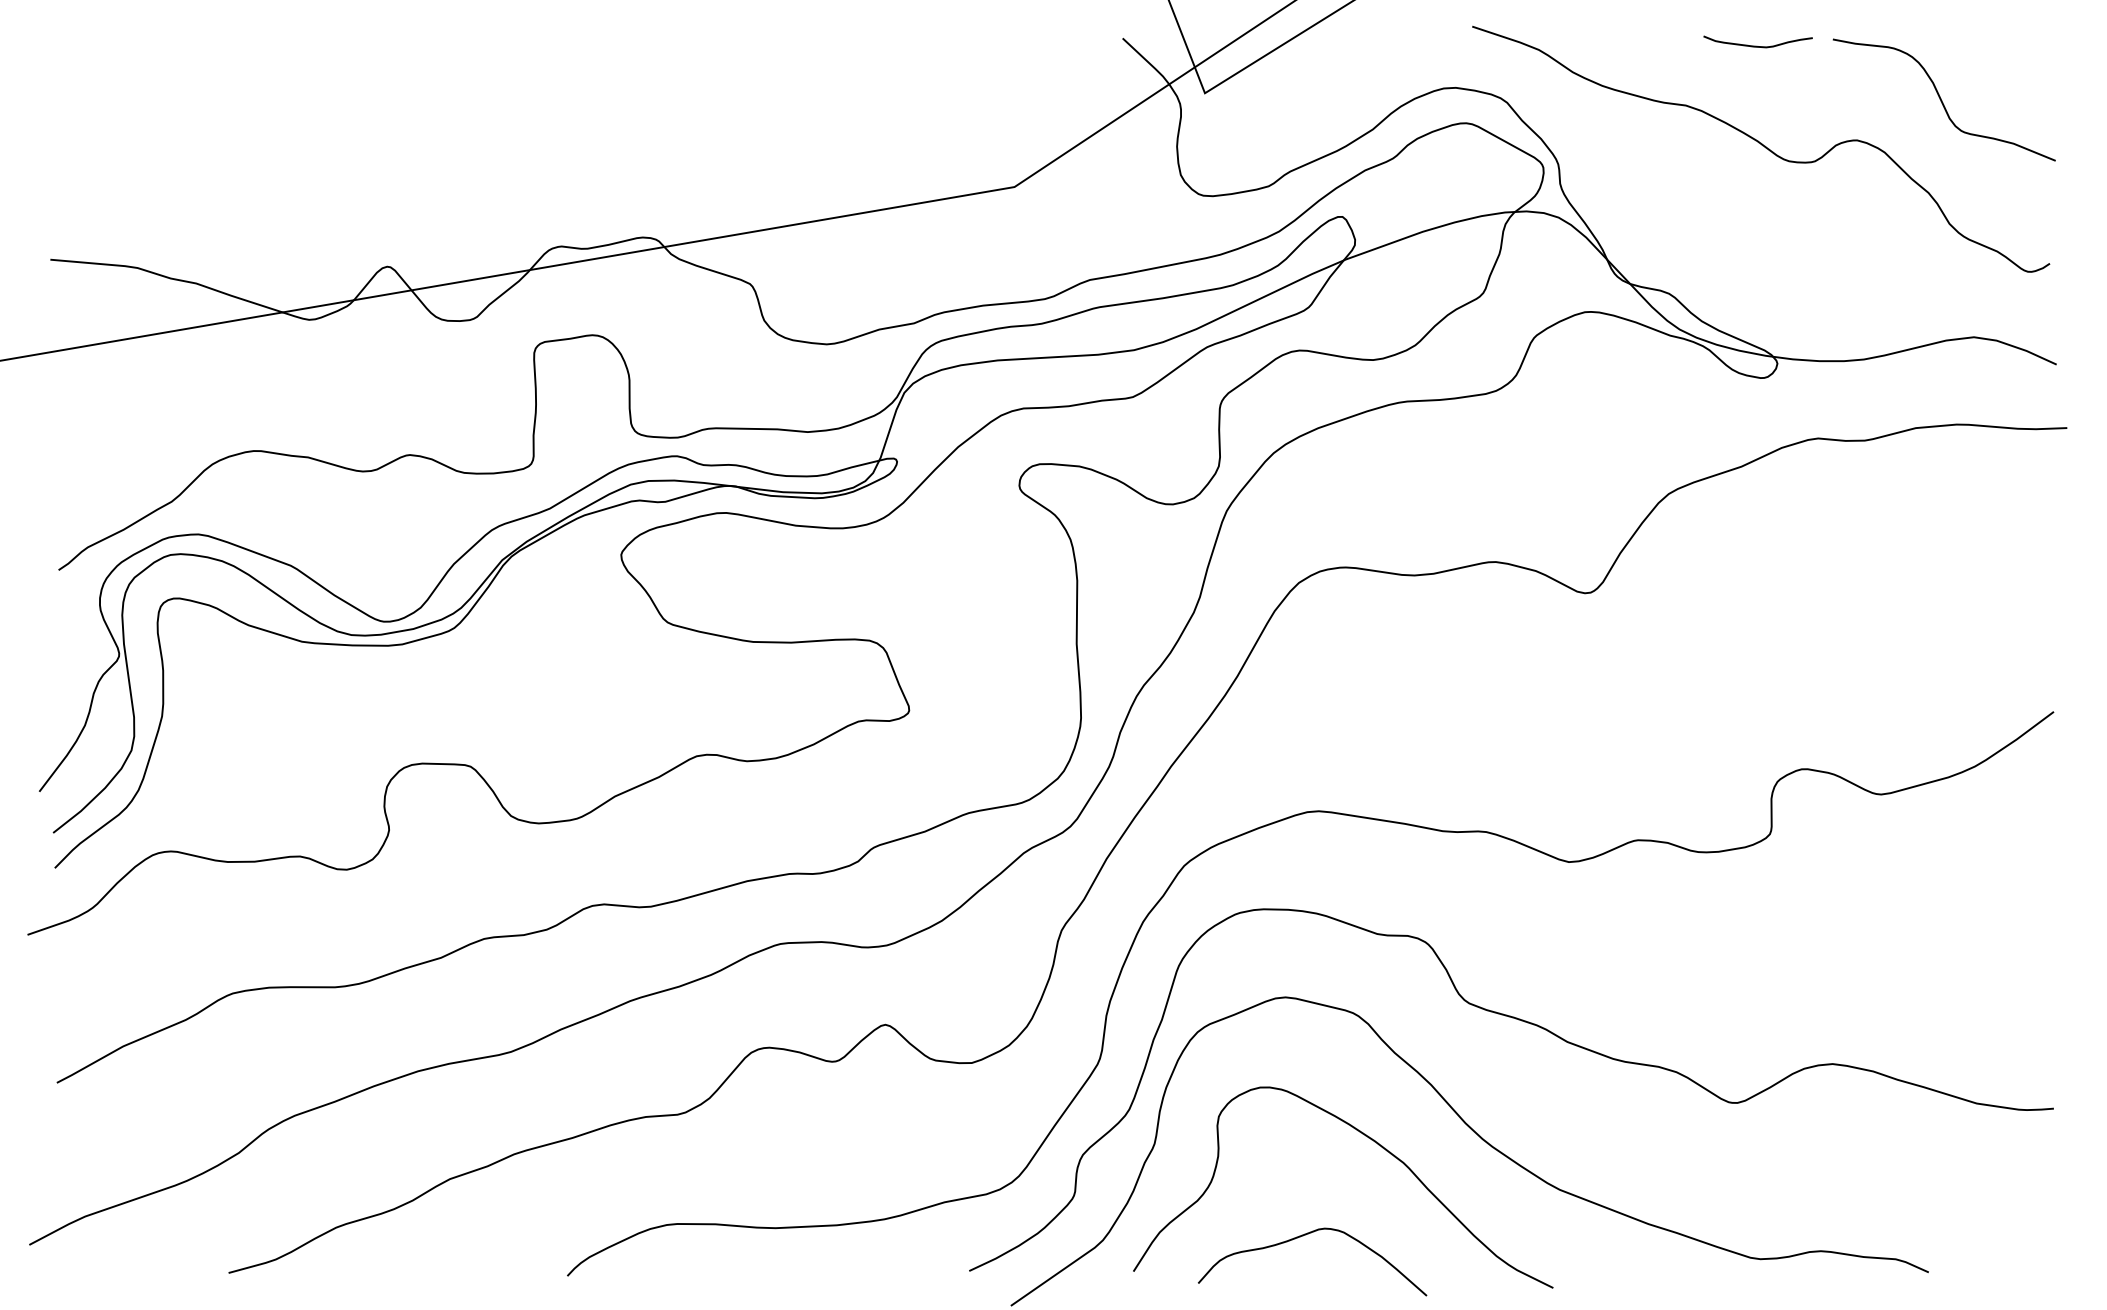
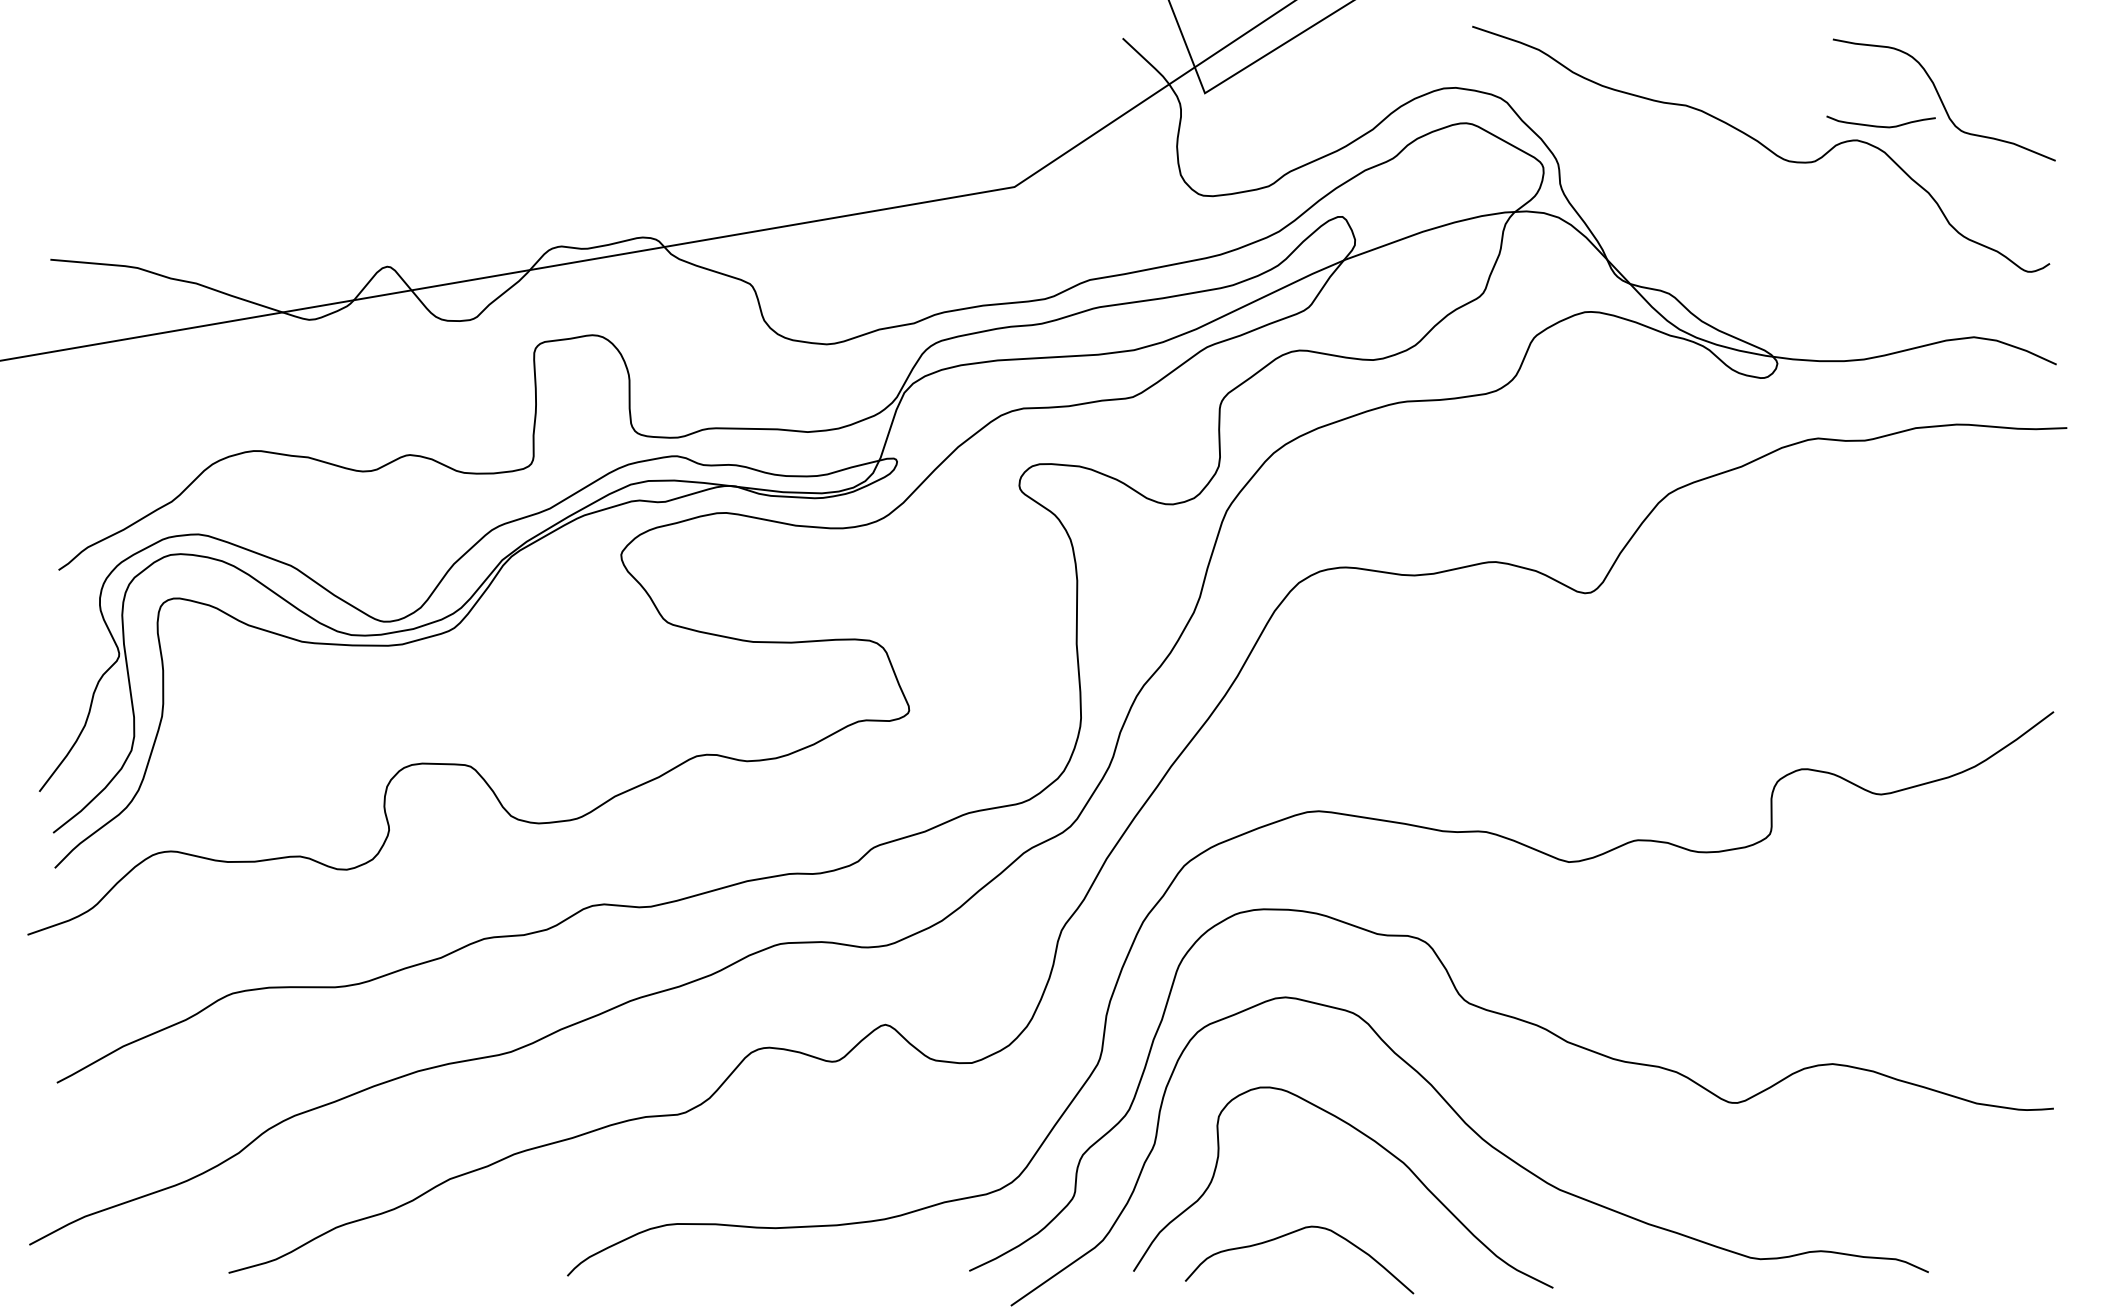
curve at (1757, 45) position: (1757, 45) -> (1880, 125)
curve at (1303, 1236) position: (1303, 1236) -> (1290, 1234)
